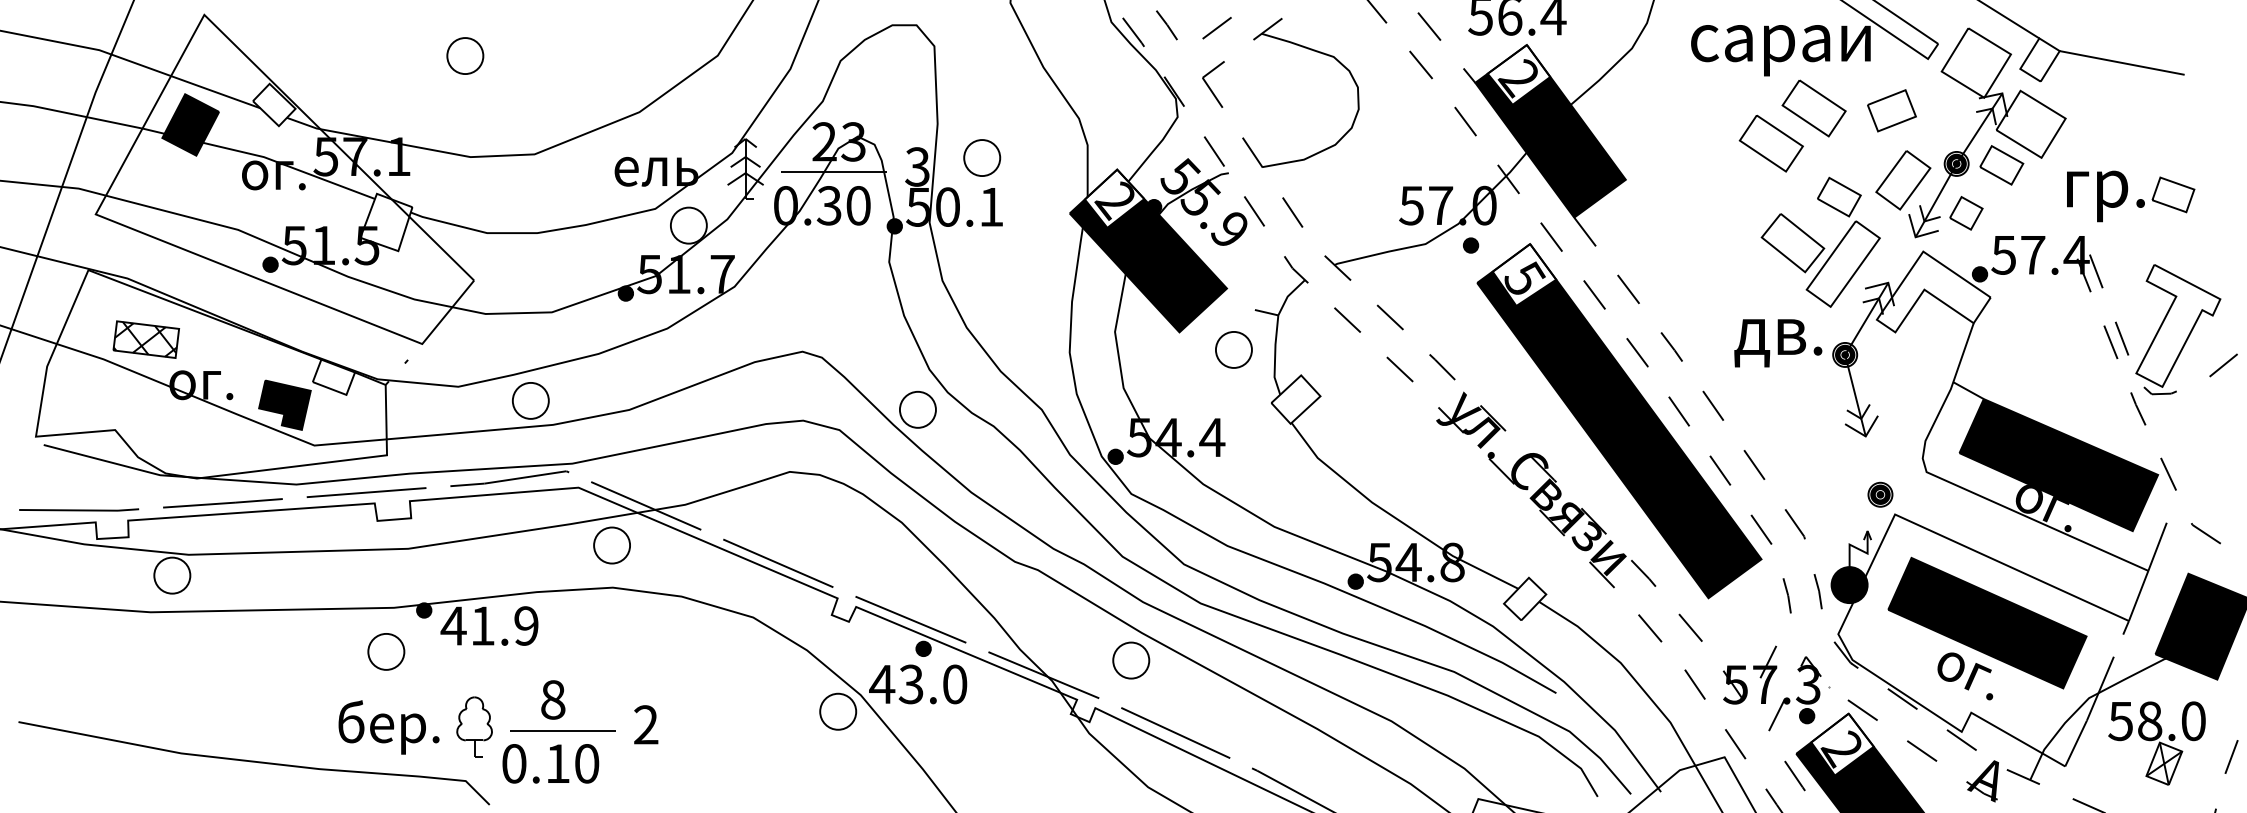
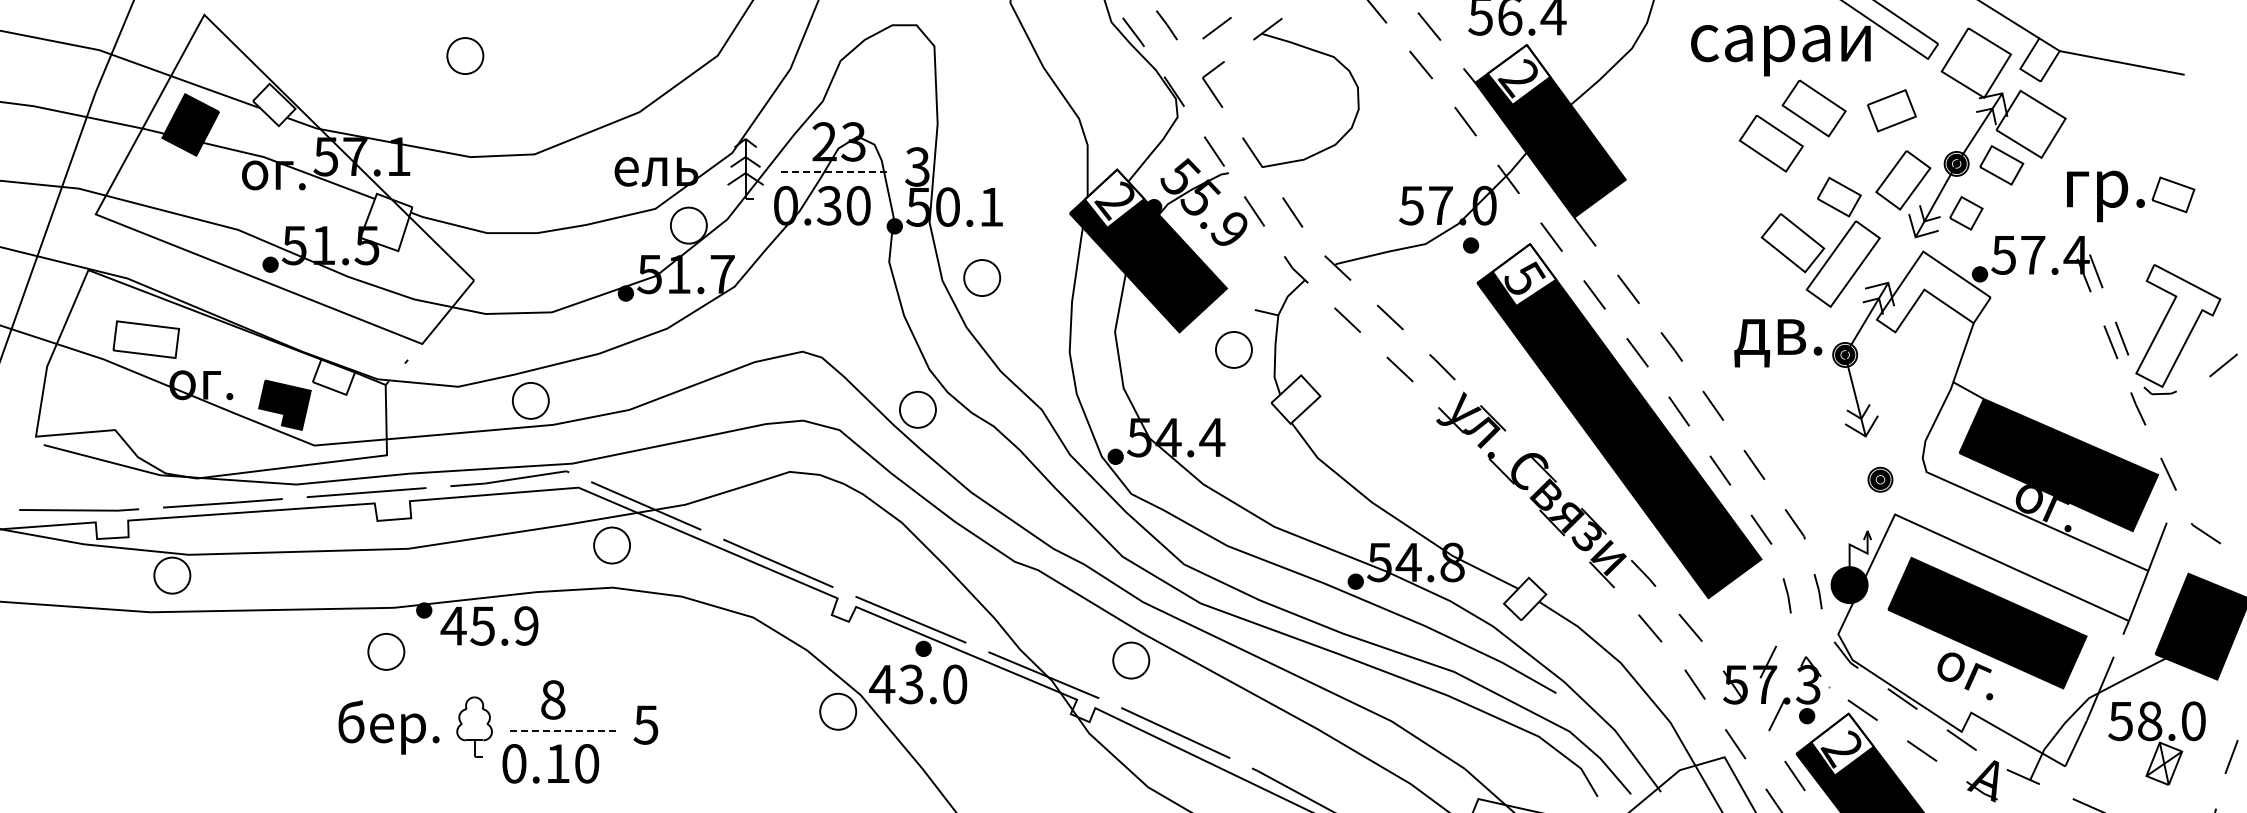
part at (982, 157) position: (982, 157) -> (982, 277)
line at (834, 172): solid -> dashed
hatch at (144, 339): present -> none
part at (1880, 494) position: (1880, 494) -> (1880, 479)
text at (482, 625): 41.9 -> 45.9
text at (645, 724): 2 -> 5
line at (563, 730): solid -> dashed
curve at (254, 762): present -> none
